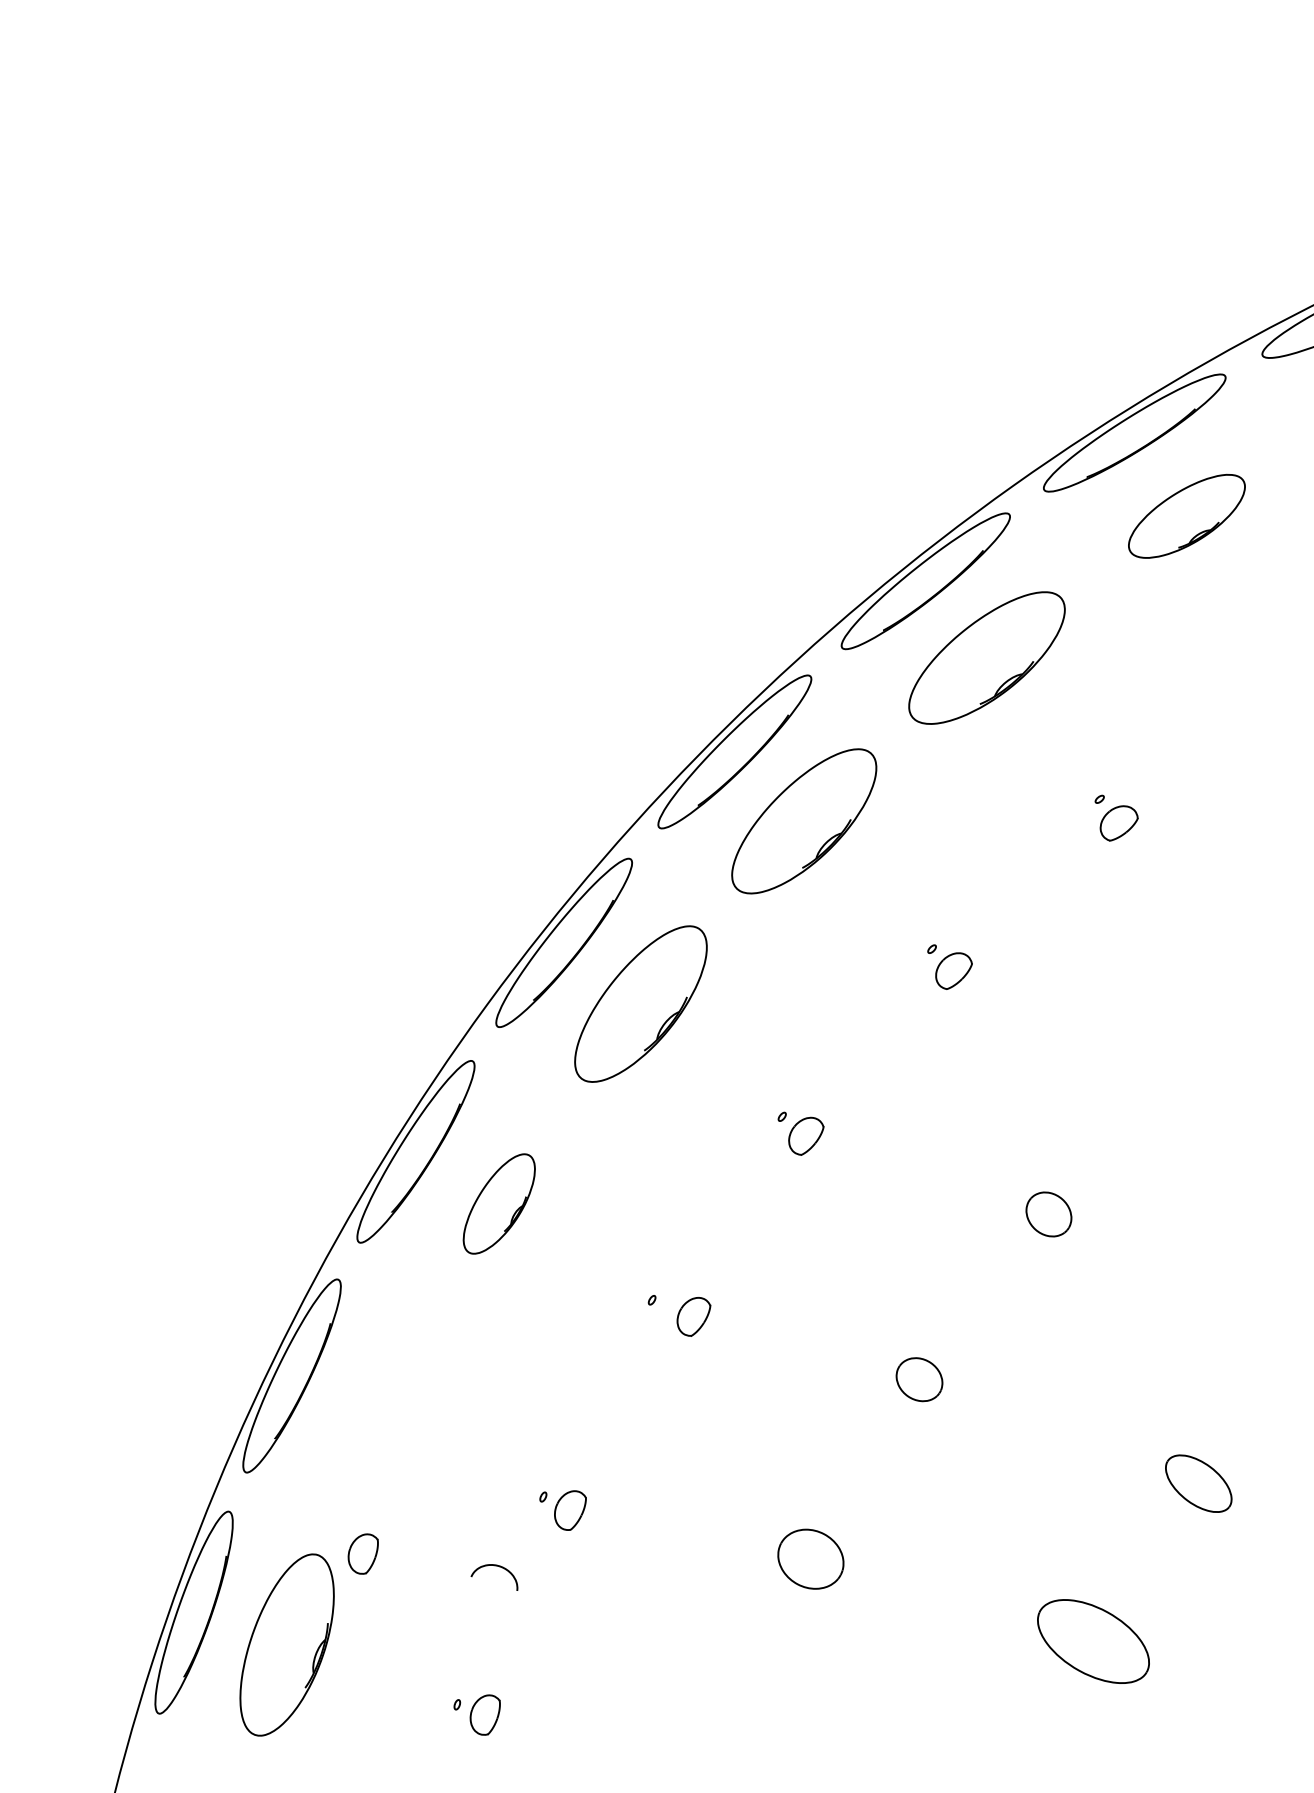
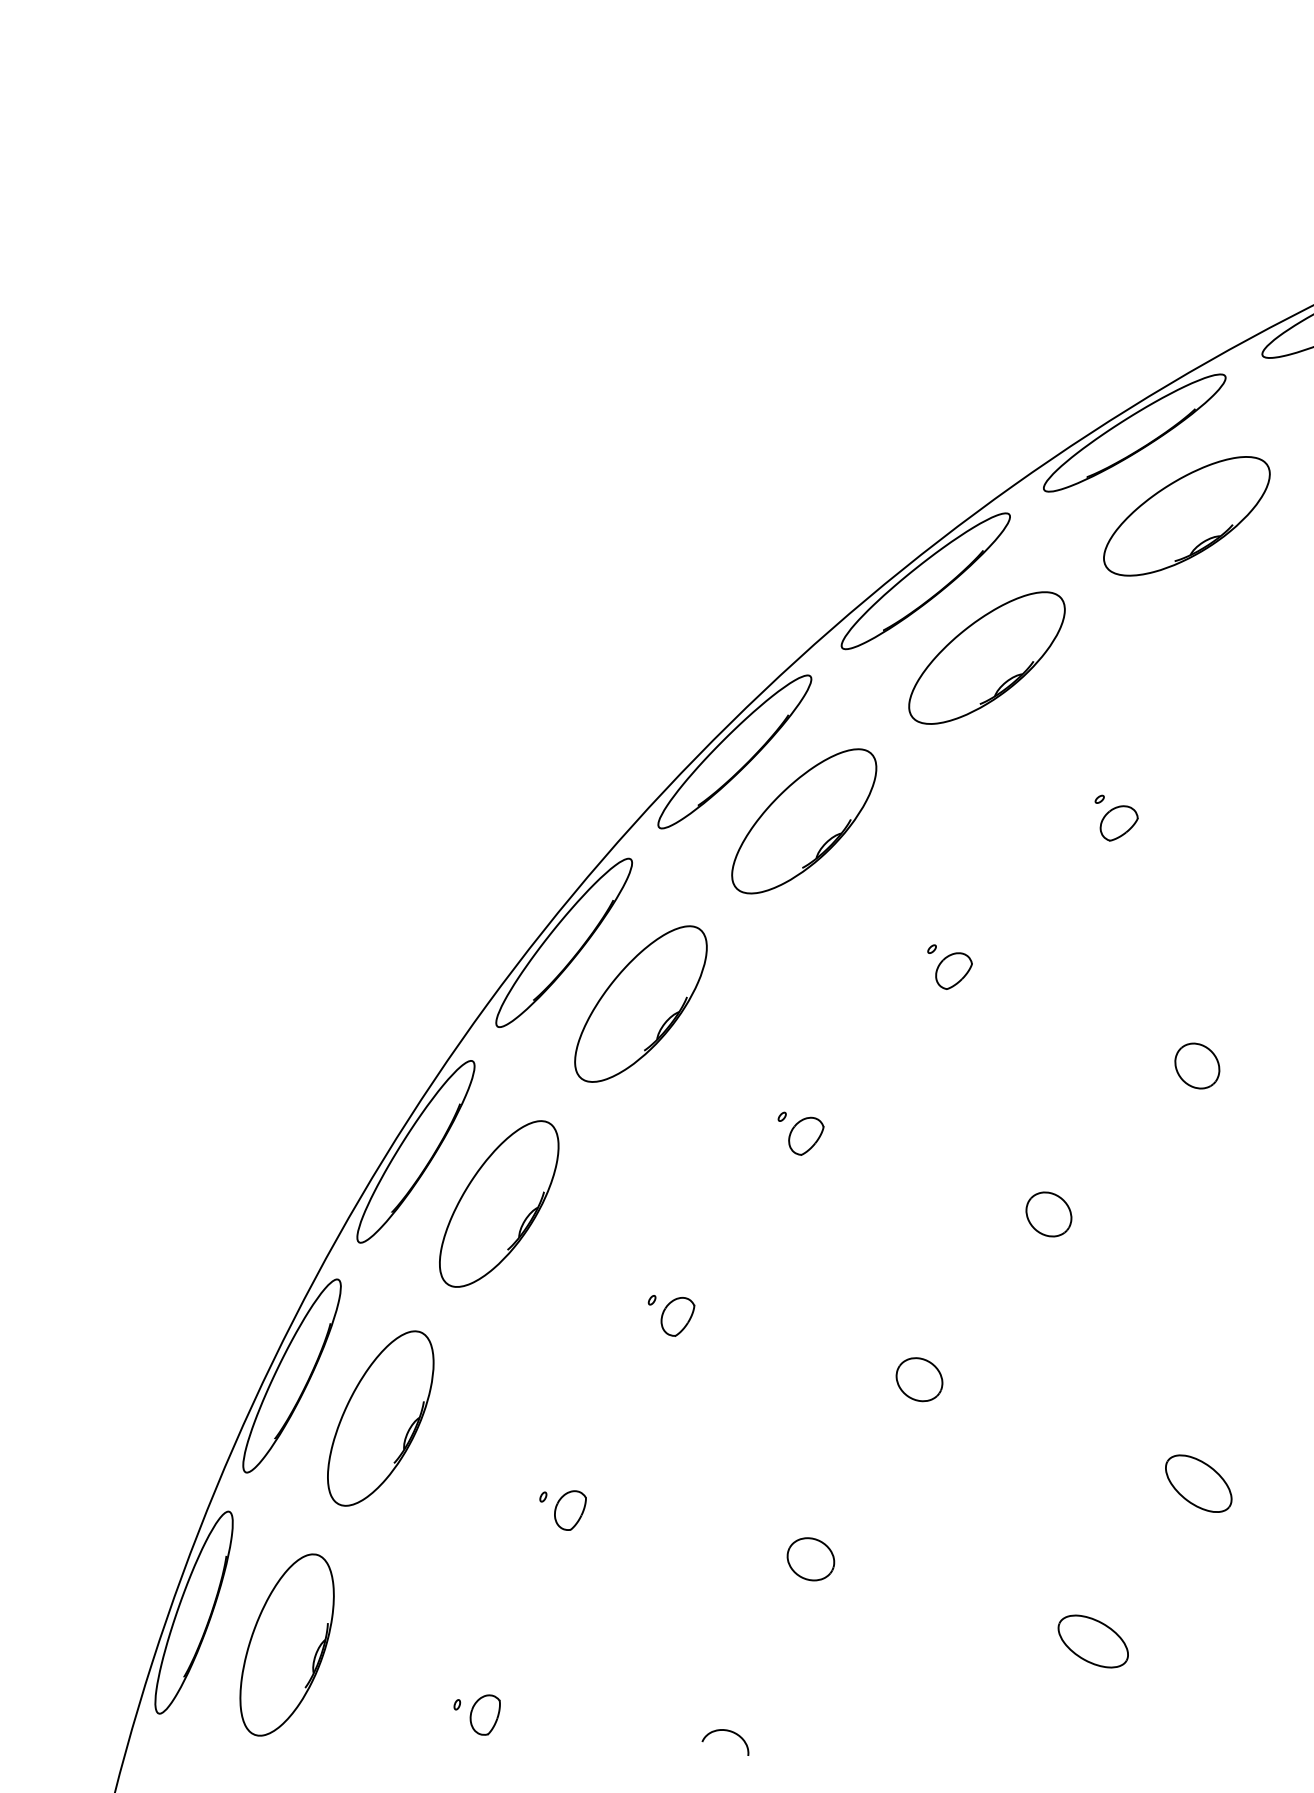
part at (1186, 515) size: 118x86 px -> 168x121 px
part at (1197, 1065): none -> present
part at (498, 1203) size: 74x102 px -> 121x168 px
part at (693, 1316) position: (693, 1316) -> (677, 1316)
part at (380, 1418): none -> present
part at (362, 1553): present -> none
part at (810, 1558) size: 68x62 px -> 50x45 px
curve at (494, 1566) position: (494, 1566) -> (725, 1731)
part at (1093, 1641) size: 113x85 px -> 72x55 px
